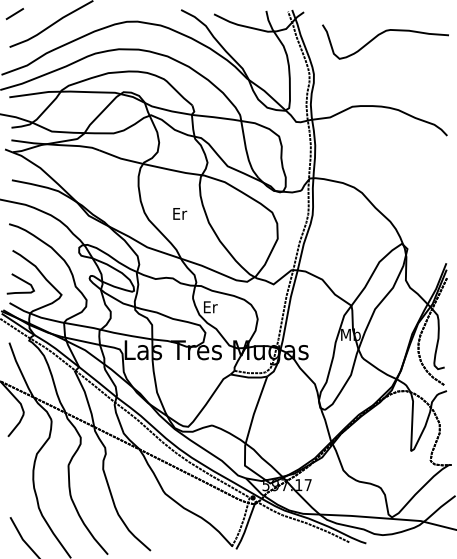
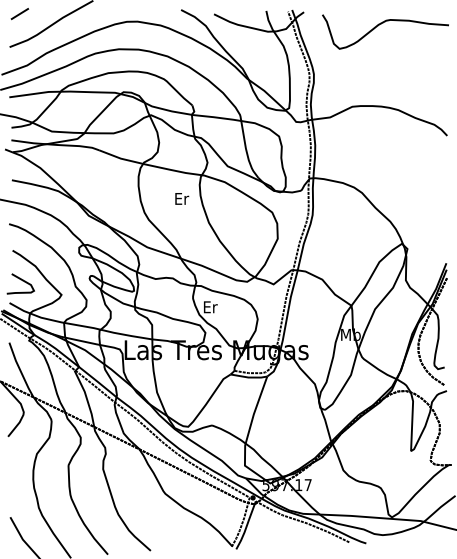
line at (14, 14) position: (14, 14) -> (19, 14)
curve at (381, 34) position: (381, 34) -> (381, 24)
text at (180, 213) position: (180, 213) -> (182, 198)
